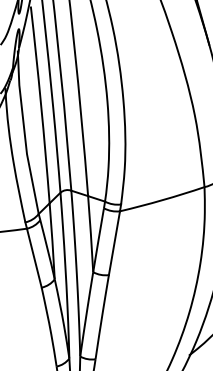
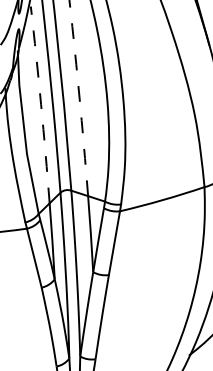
arc at (79, 97): solid -> dashed
arc at (41, 104): solid -> dashed
